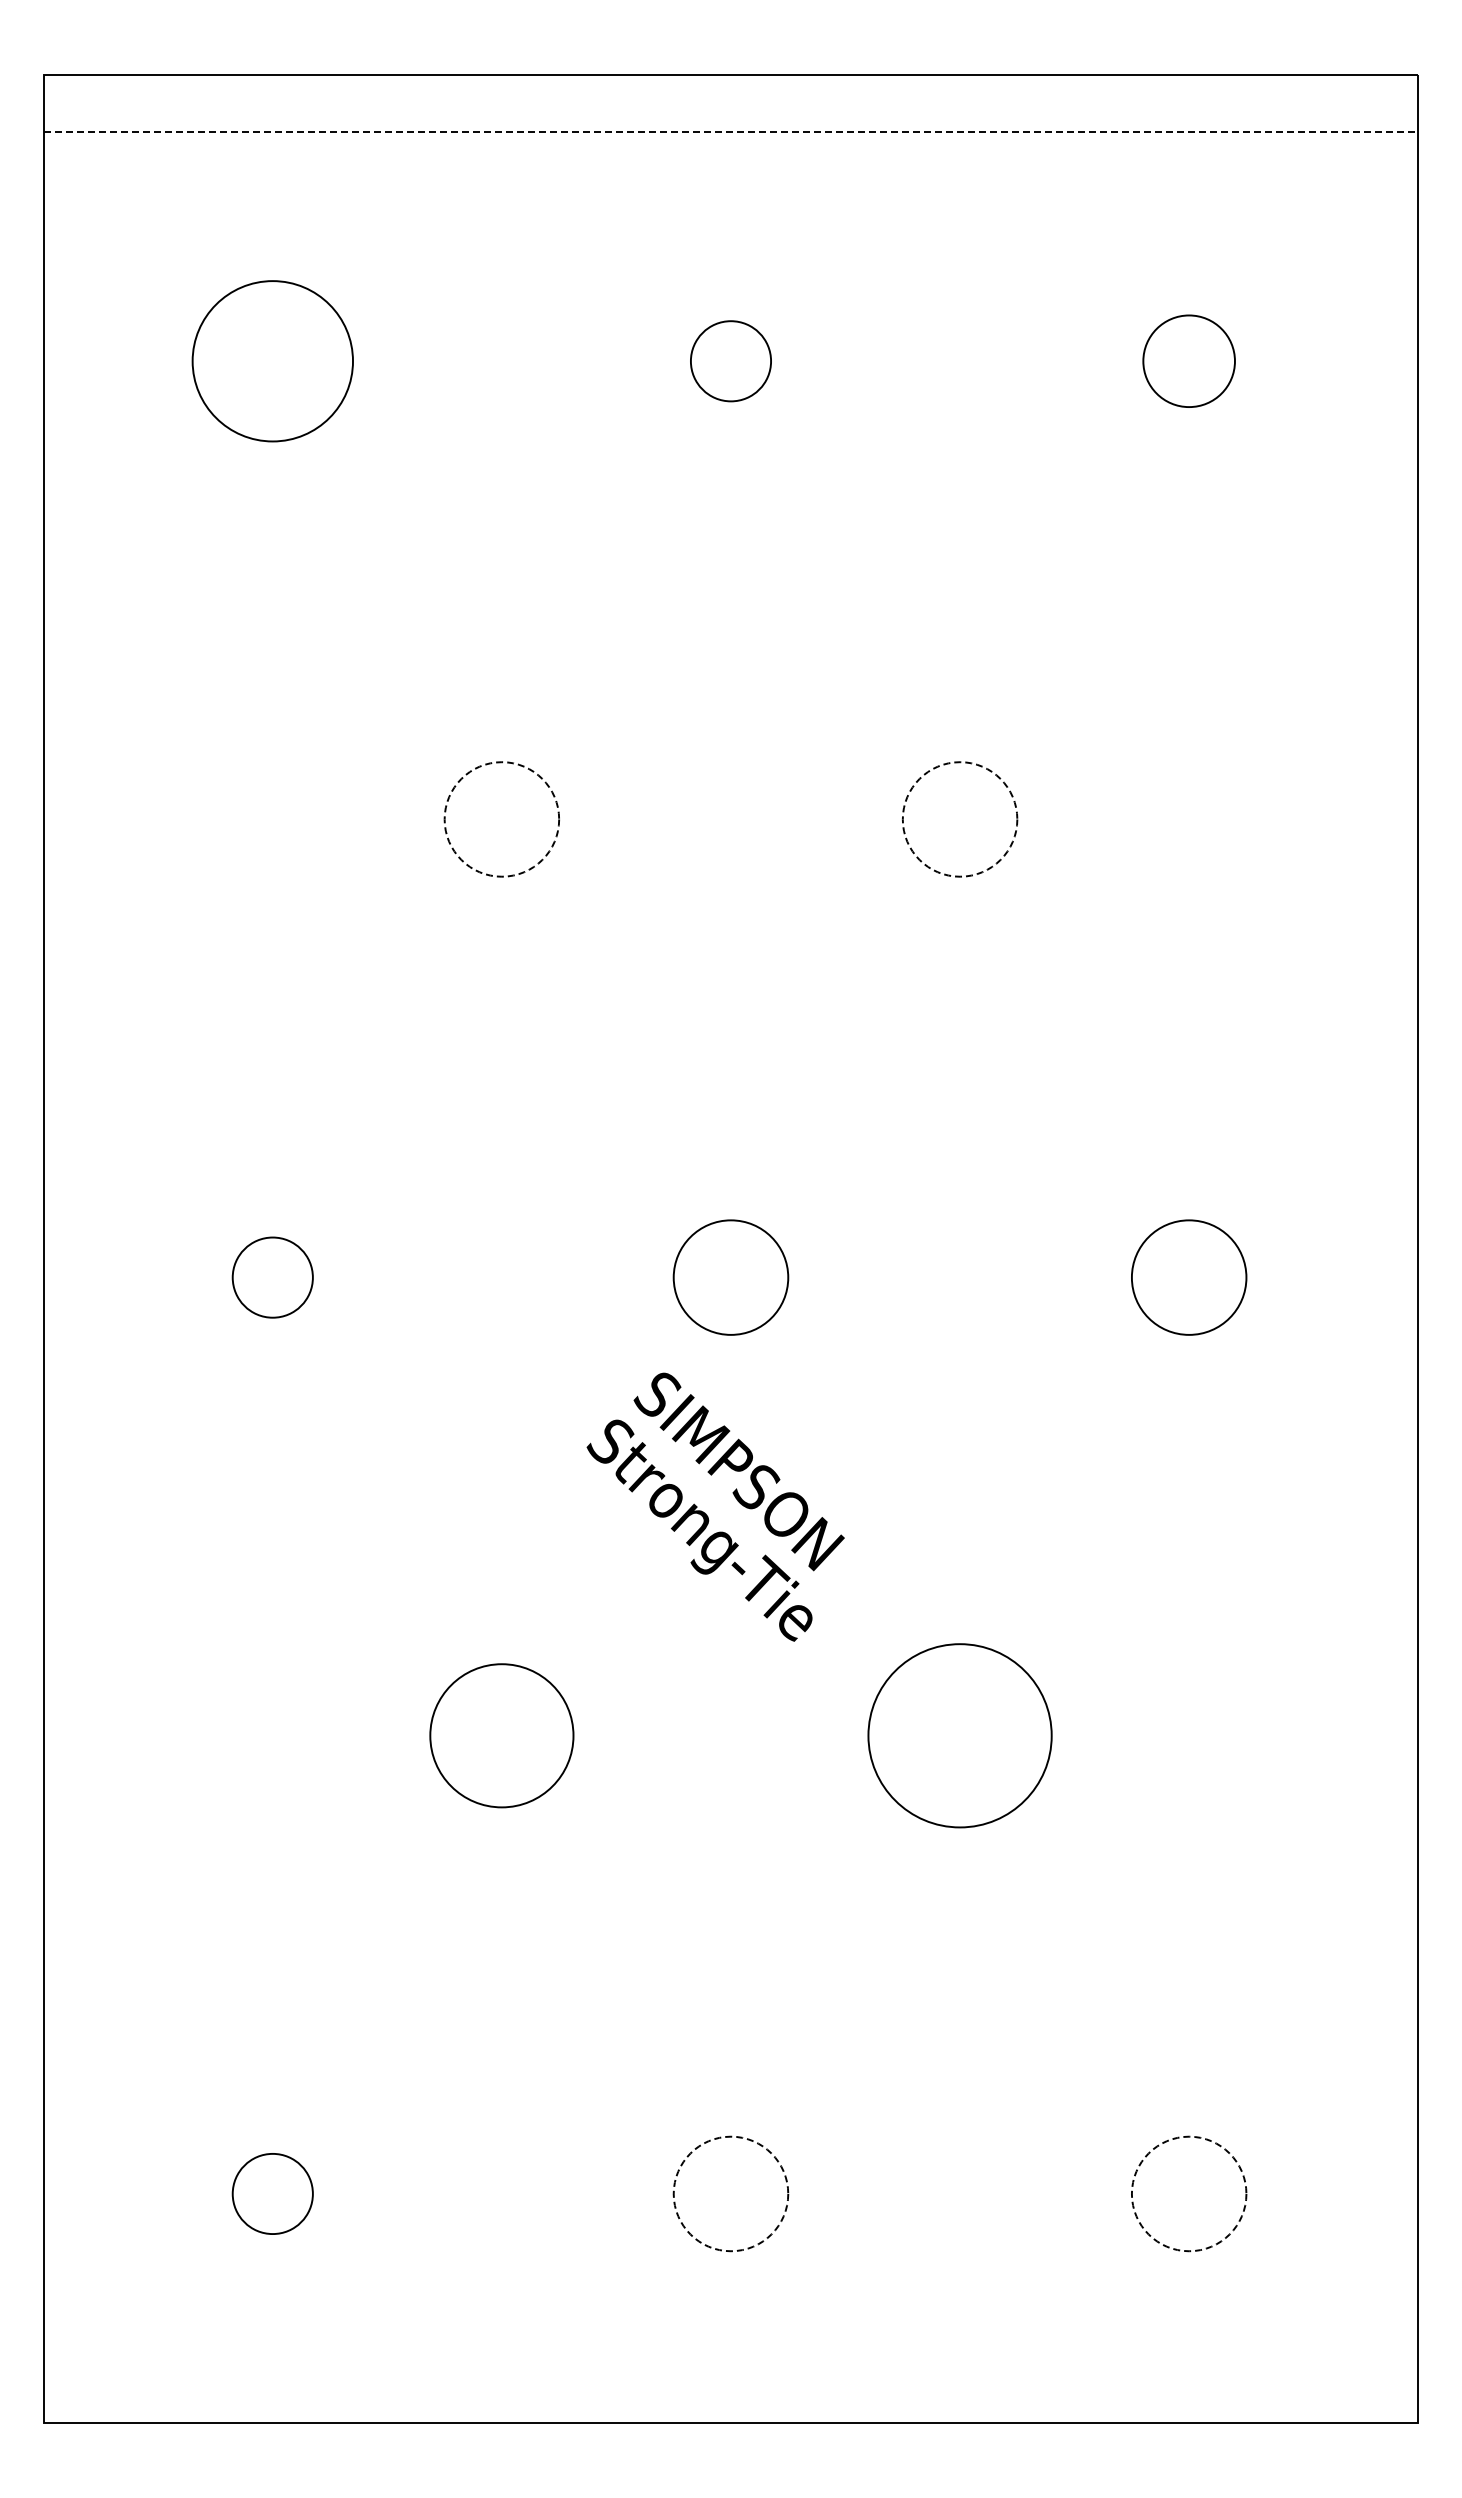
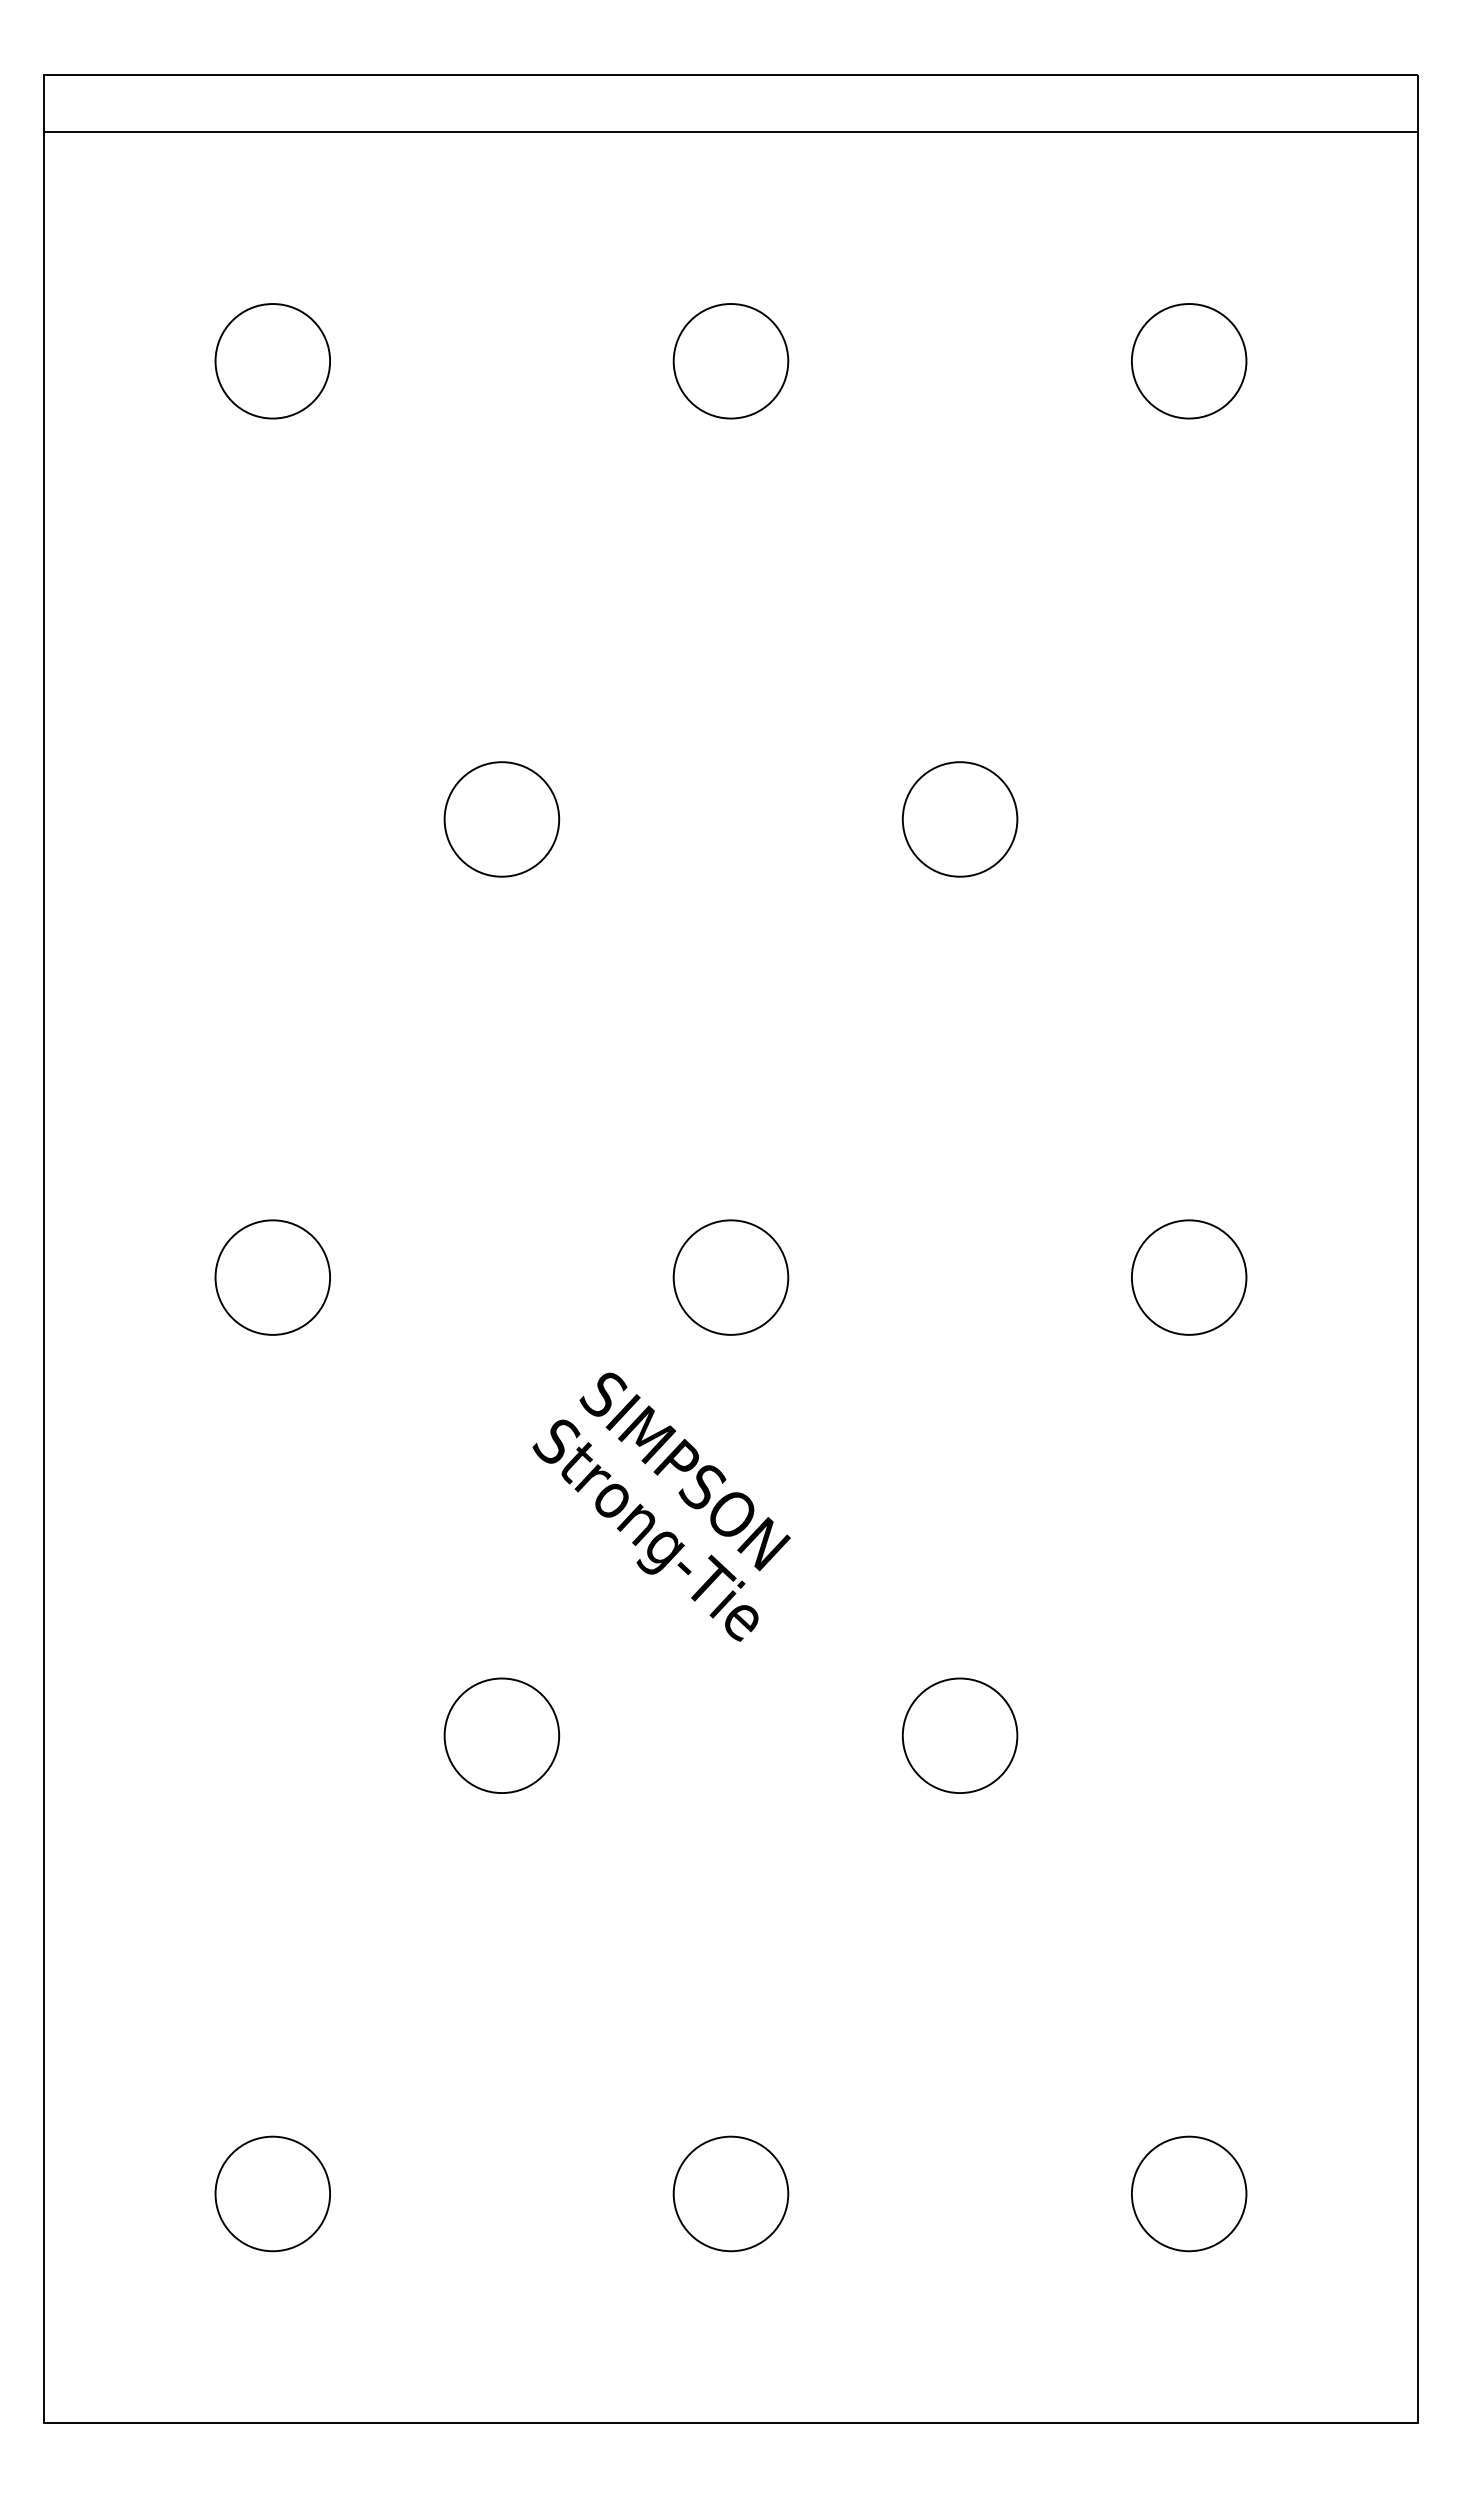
line at (731, 132): dashed -> solid
circle at (272, 361) diameter: 160 px -> 115 px
circle at (730, 361) diameter: 80 px -> 115 px
circle at (1188, 361) diameter: 92 px -> 115 px
circle at (501, 819): dashed -> solid
circle at (959, 819): dashed -> solid
circle at (272, 1277) diameter: 80 px -> 115 px
text at (715, 1506) position: (715, 1506) -> (661, 1506)
circle at (501, 1735) diameter: 143 px -> 115 px
circle at (959, 1735) diameter: 183 px -> 115 px
circle at (272, 2193) diameter: 80 px -> 115 px
circle at (730, 2193): dashed -> solid
circle at (1188, 2193): dashed -> solid
